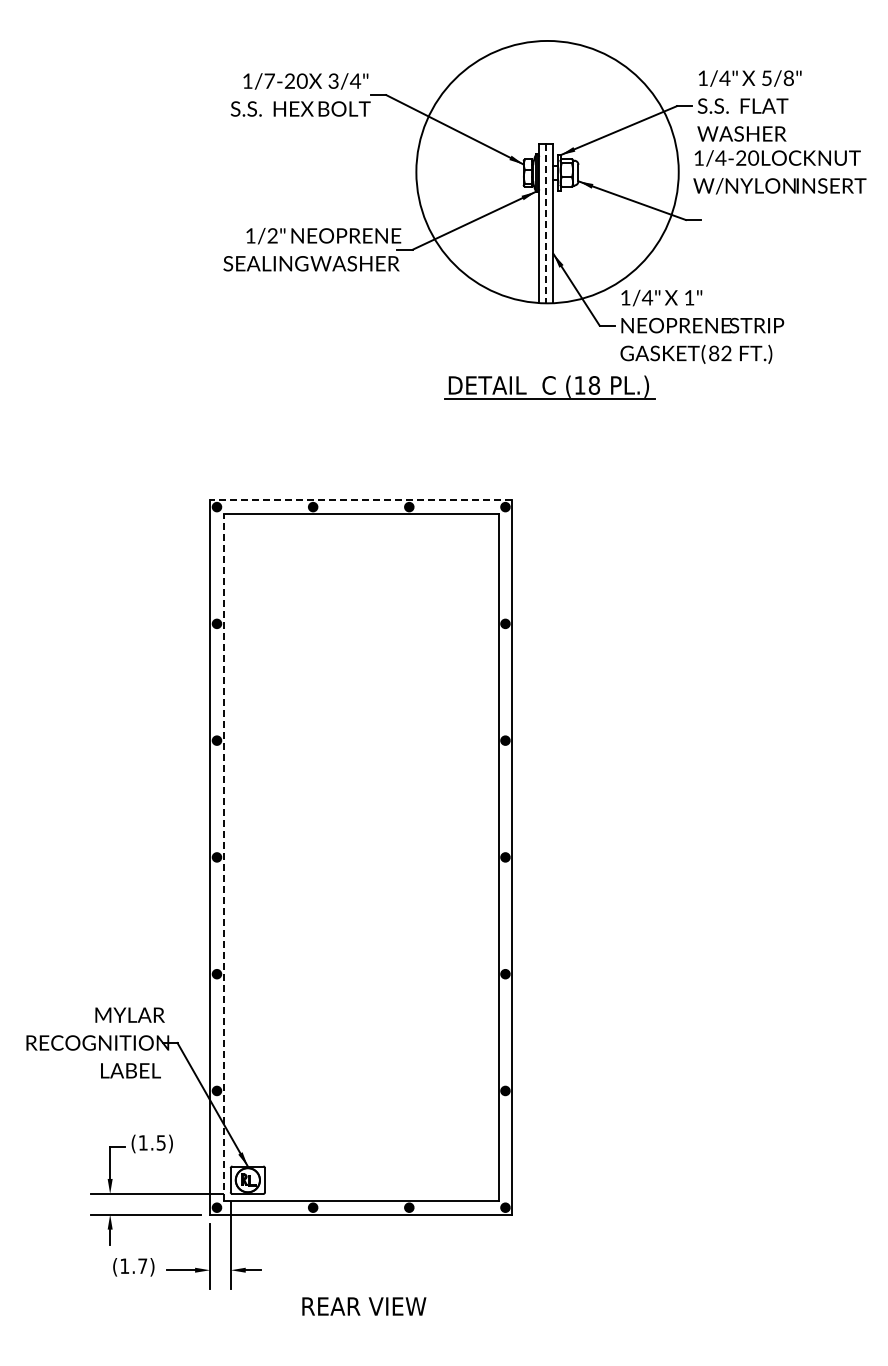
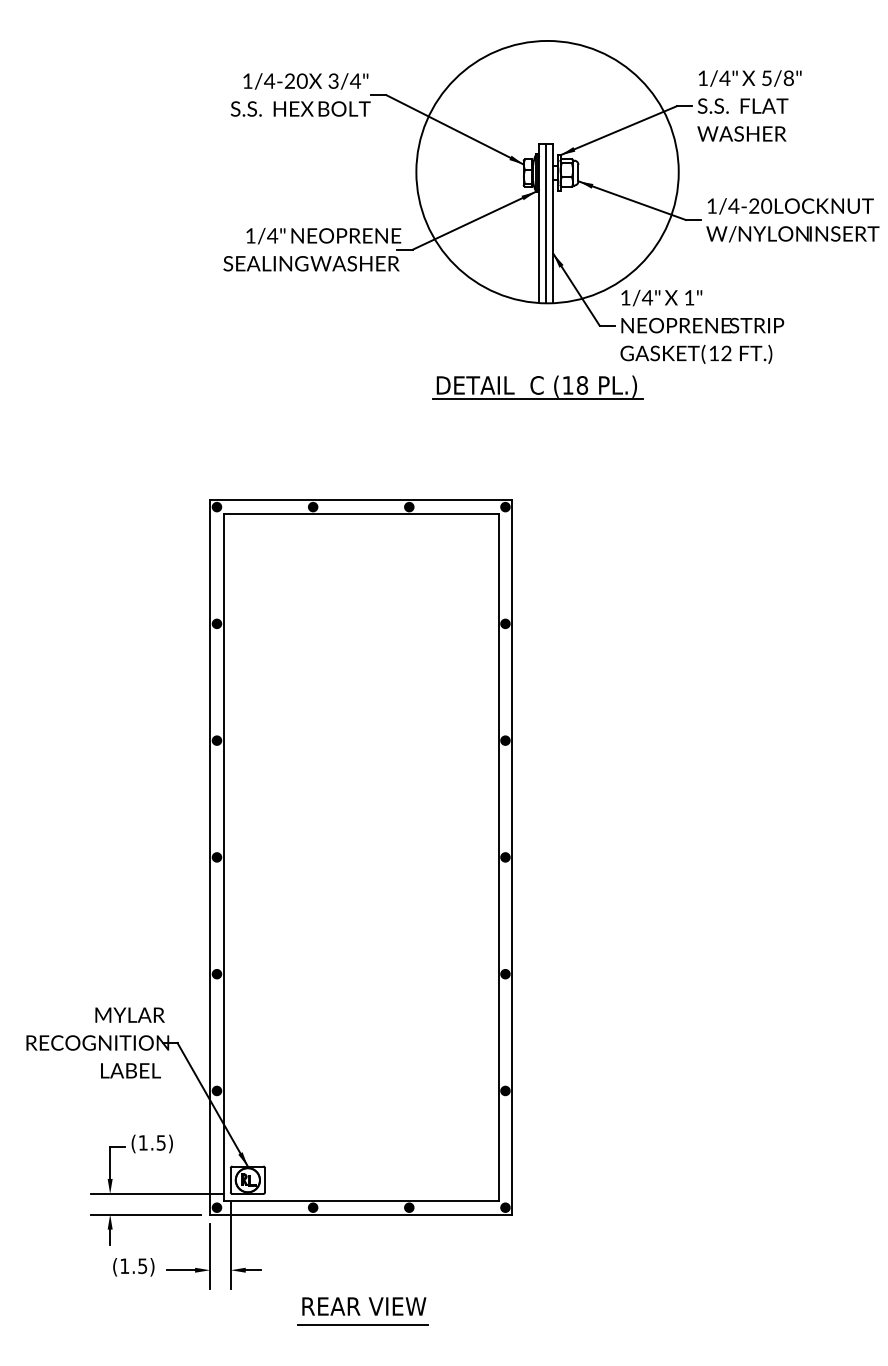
text at (269, 80): 1/7-20 -> 1/4-20
text at (779, 172) position: (779, 172) -> (792, 220)
line at (546, 224): dashed -> solid
text at (272, 235): 1/2" -> 1/4"
text at (714, 353): 82 -> 12
part at (549, 387) position: (549, 387) -> (537, 387)
line at (360, 500): dashed -> solid
line at (223, 856): dashed -> solid
text at (142, 1266): (1.7) -> (1.5)
line at (362, 1325): none -> present
